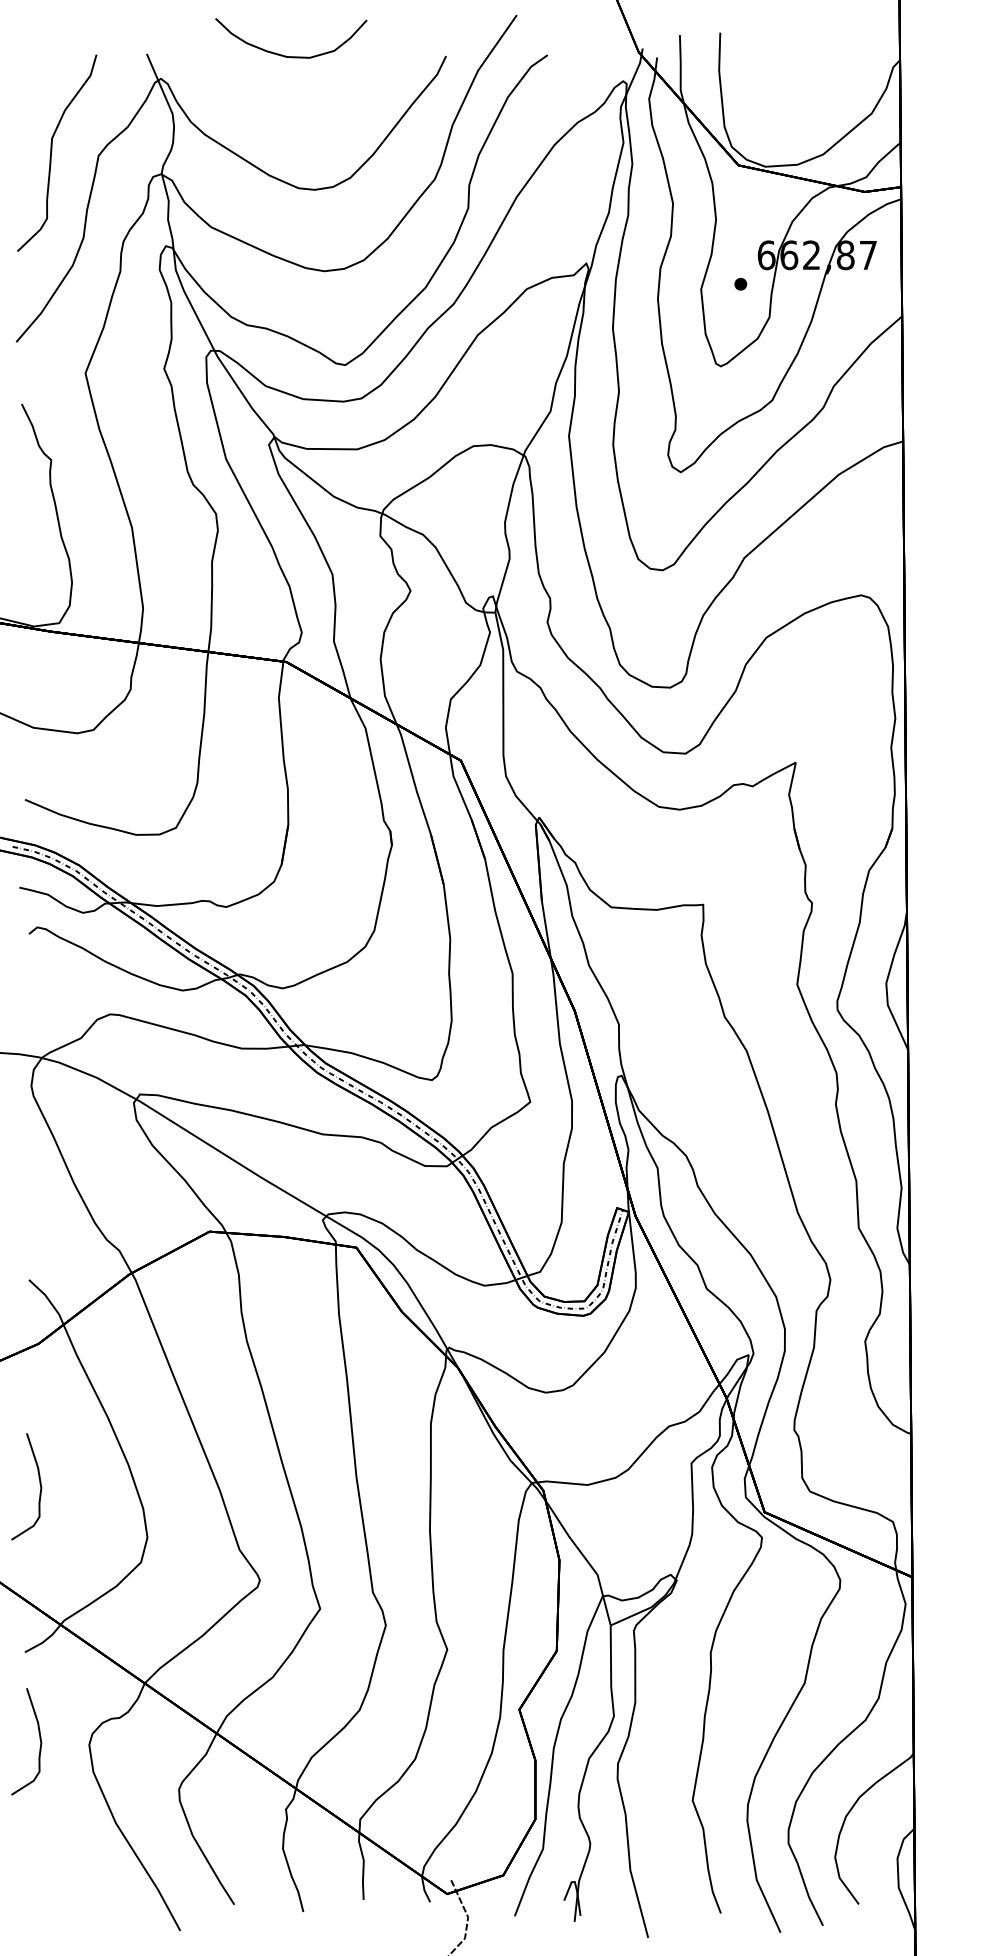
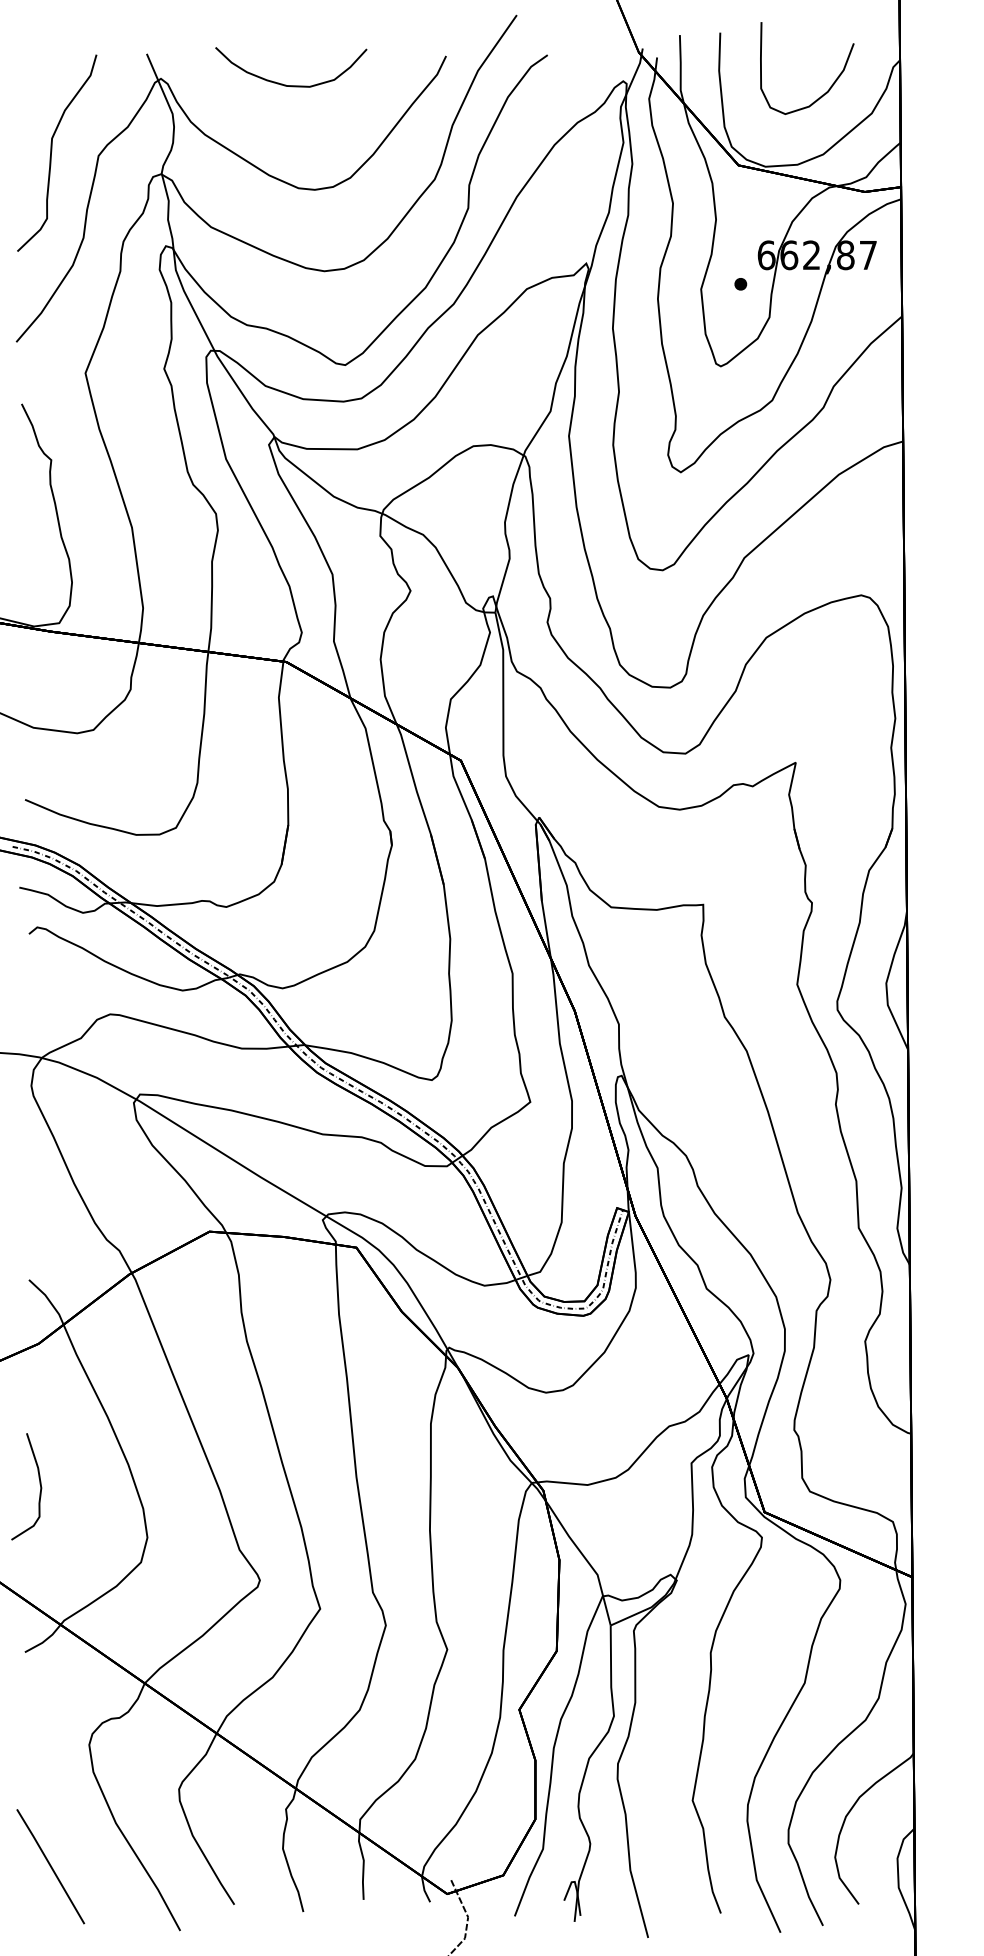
curve at (286, 55) position: (286, 55) -> (286, 84)
curve at (829, 87): none -> present
curve at (39, 1739): present -> none
line at (50, 1866): none -> present
